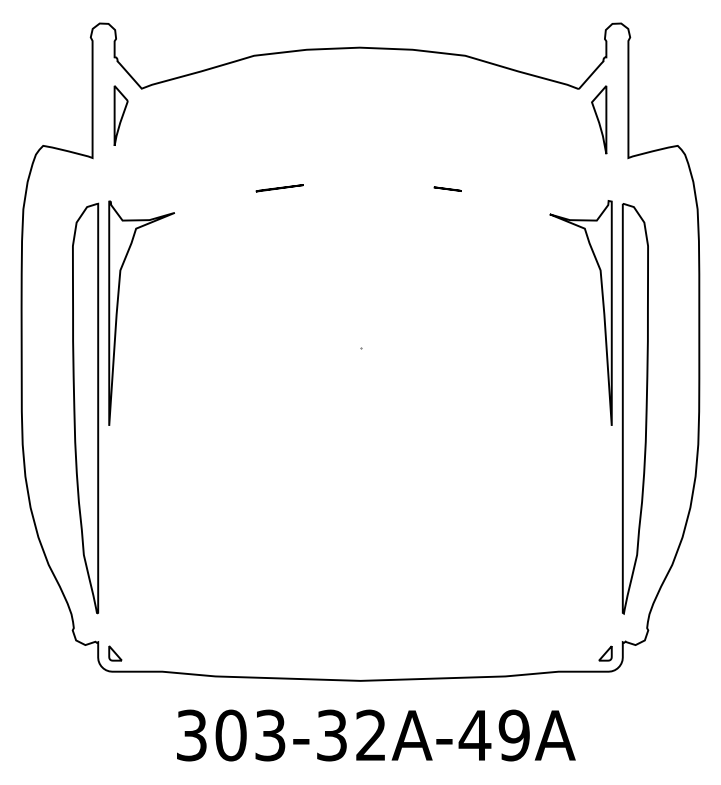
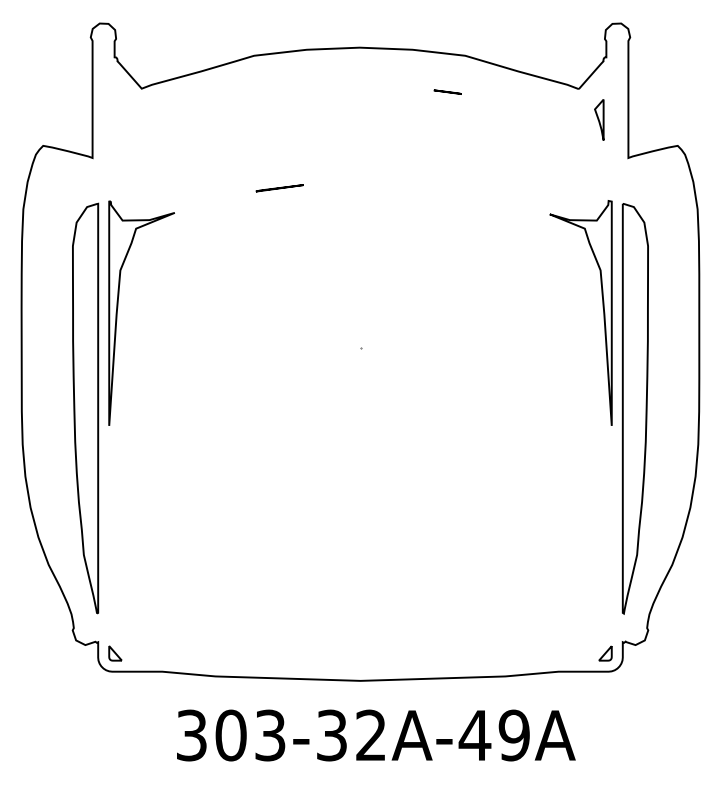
part at (120, 115): present -> none
part at (599, 119) size: 17x70 px -> 11x42 px
line at (447, 188) position: (447, 188) -> (447, 91)
